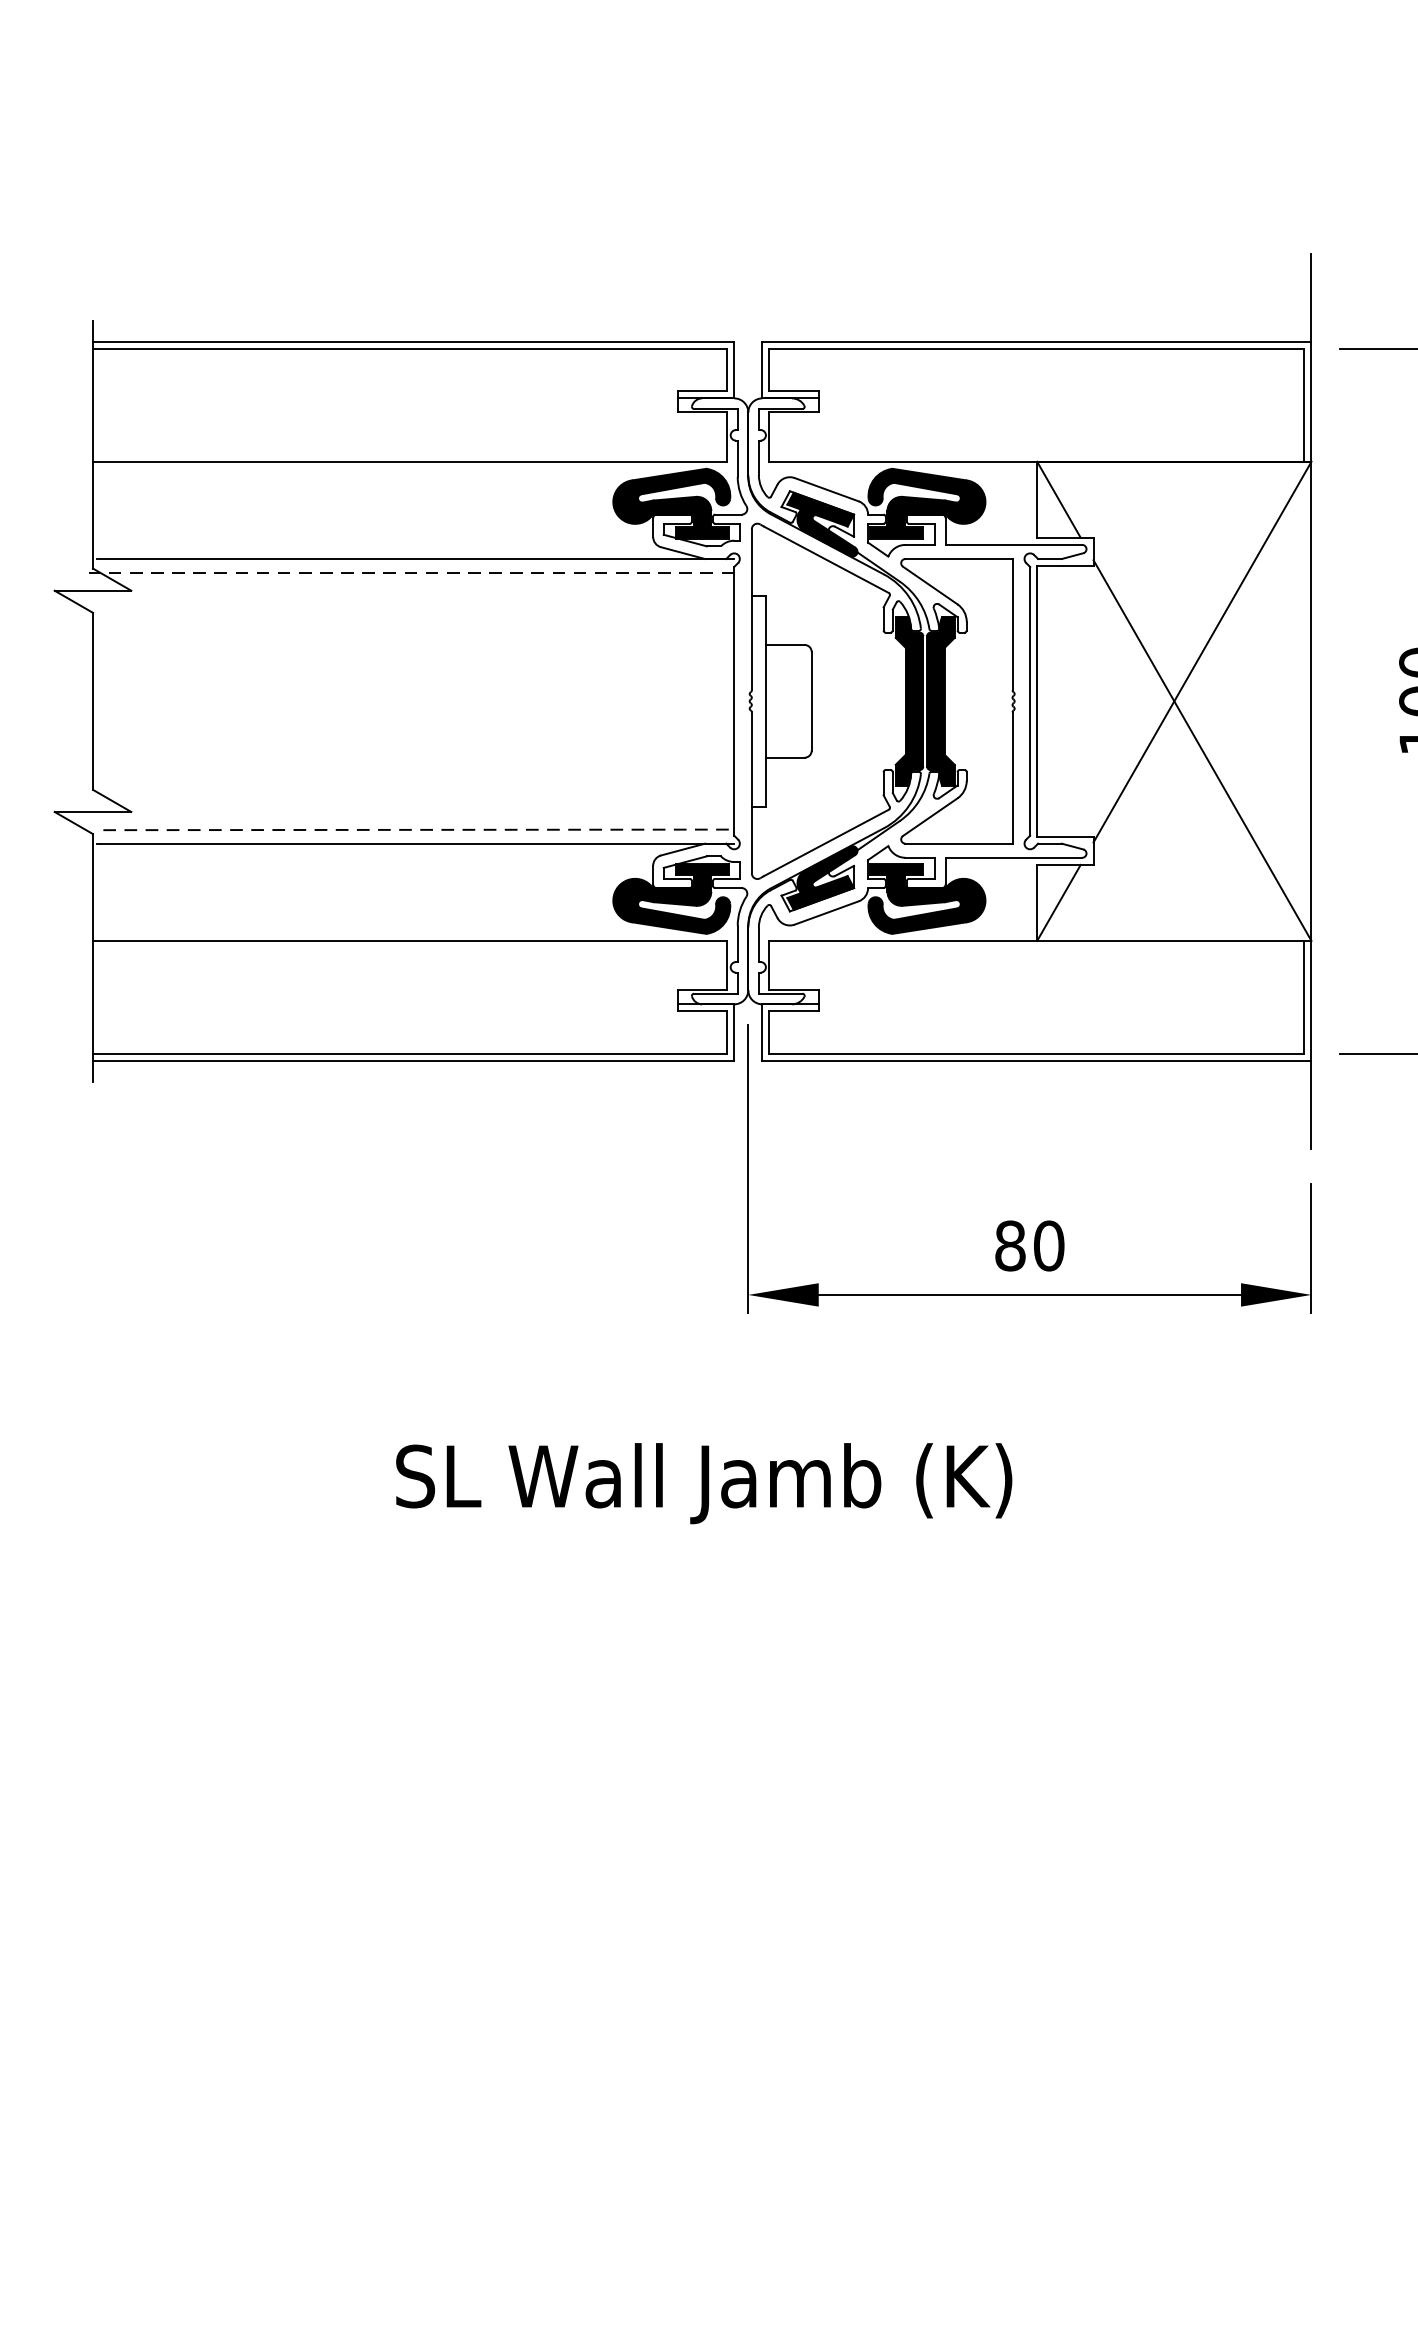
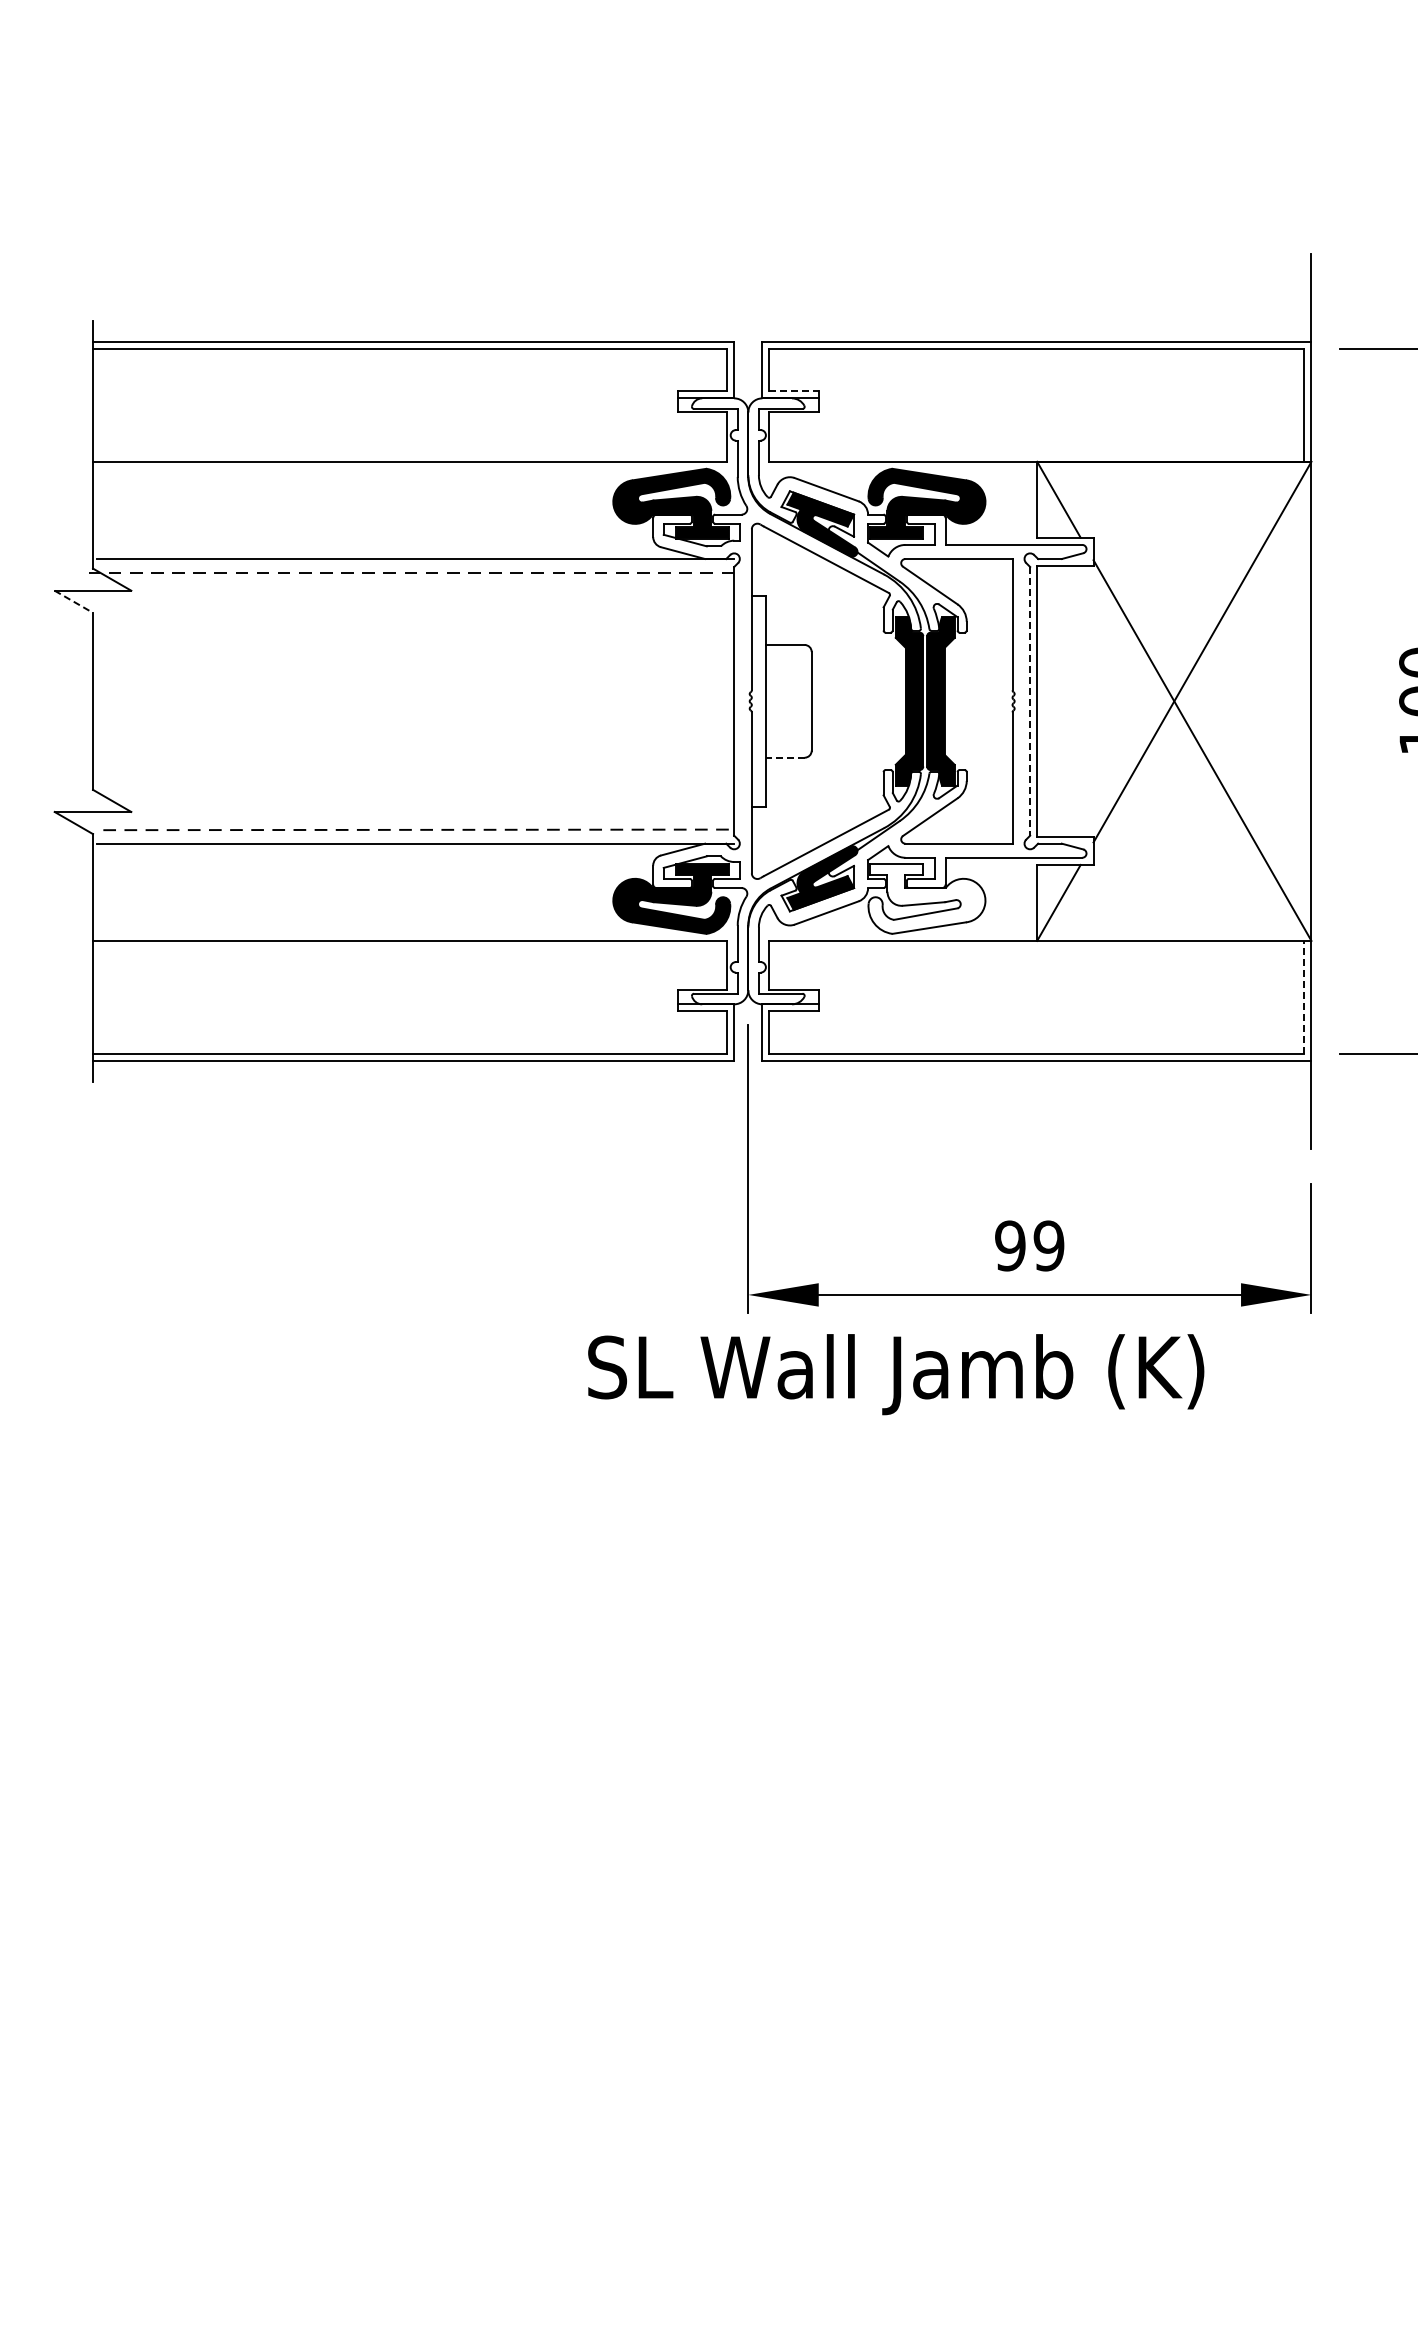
line at (794, 391): solid -> dashed
line at (74, 602): solid -> dashed
line at (1030, 701): solid -> dashed
line at (784, 757): solid -> dashed
fill at (926, 898): present -> none
line at (1304, 996): solid -> dashed
text at (1029, 1245): 80 -> 99
text at (704, 1483) position: (704, 1483) -> (896, 1374)
